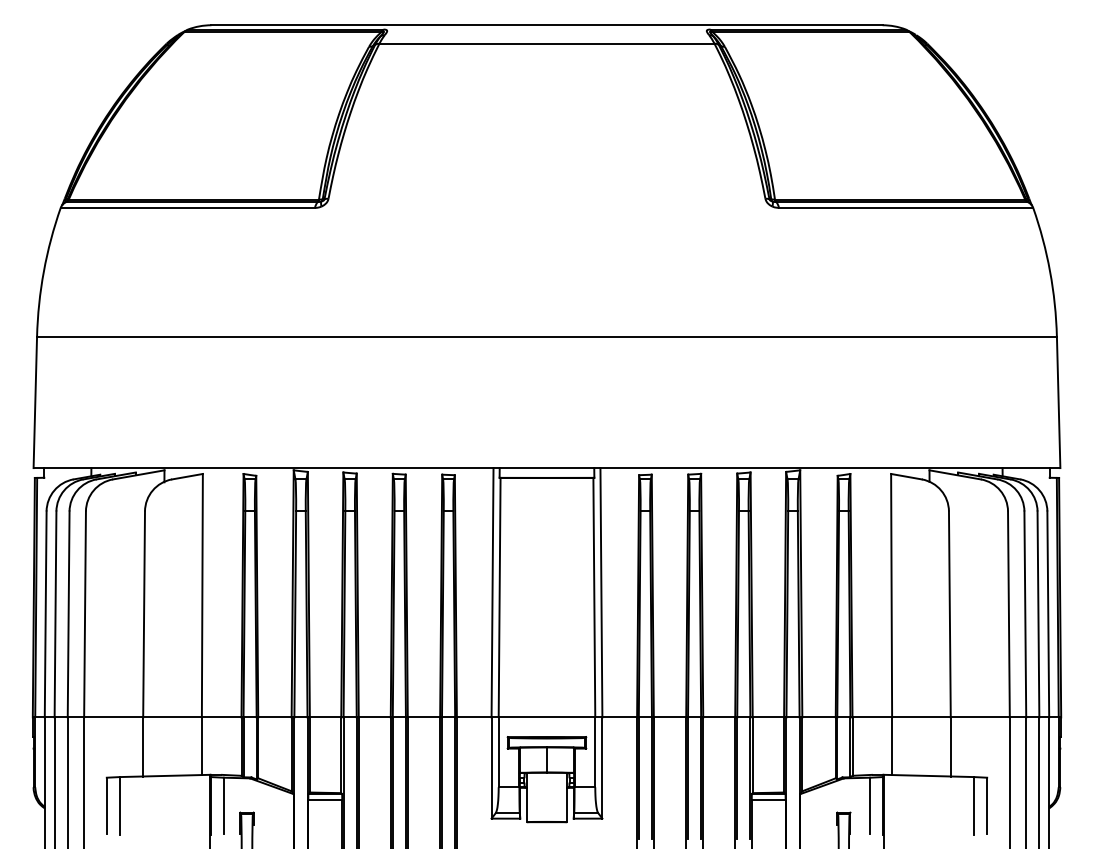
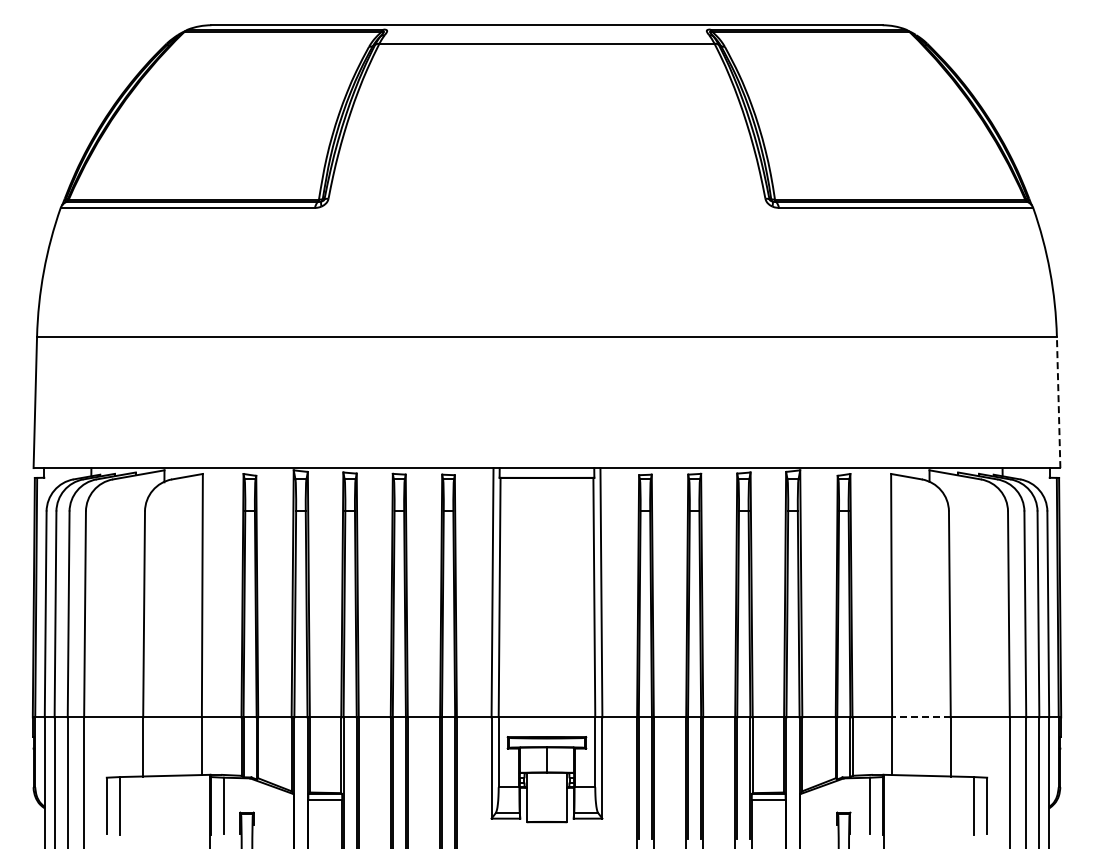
line at (1058, 402): solid -> dashed
line at (920, 717): solid -> dashed
